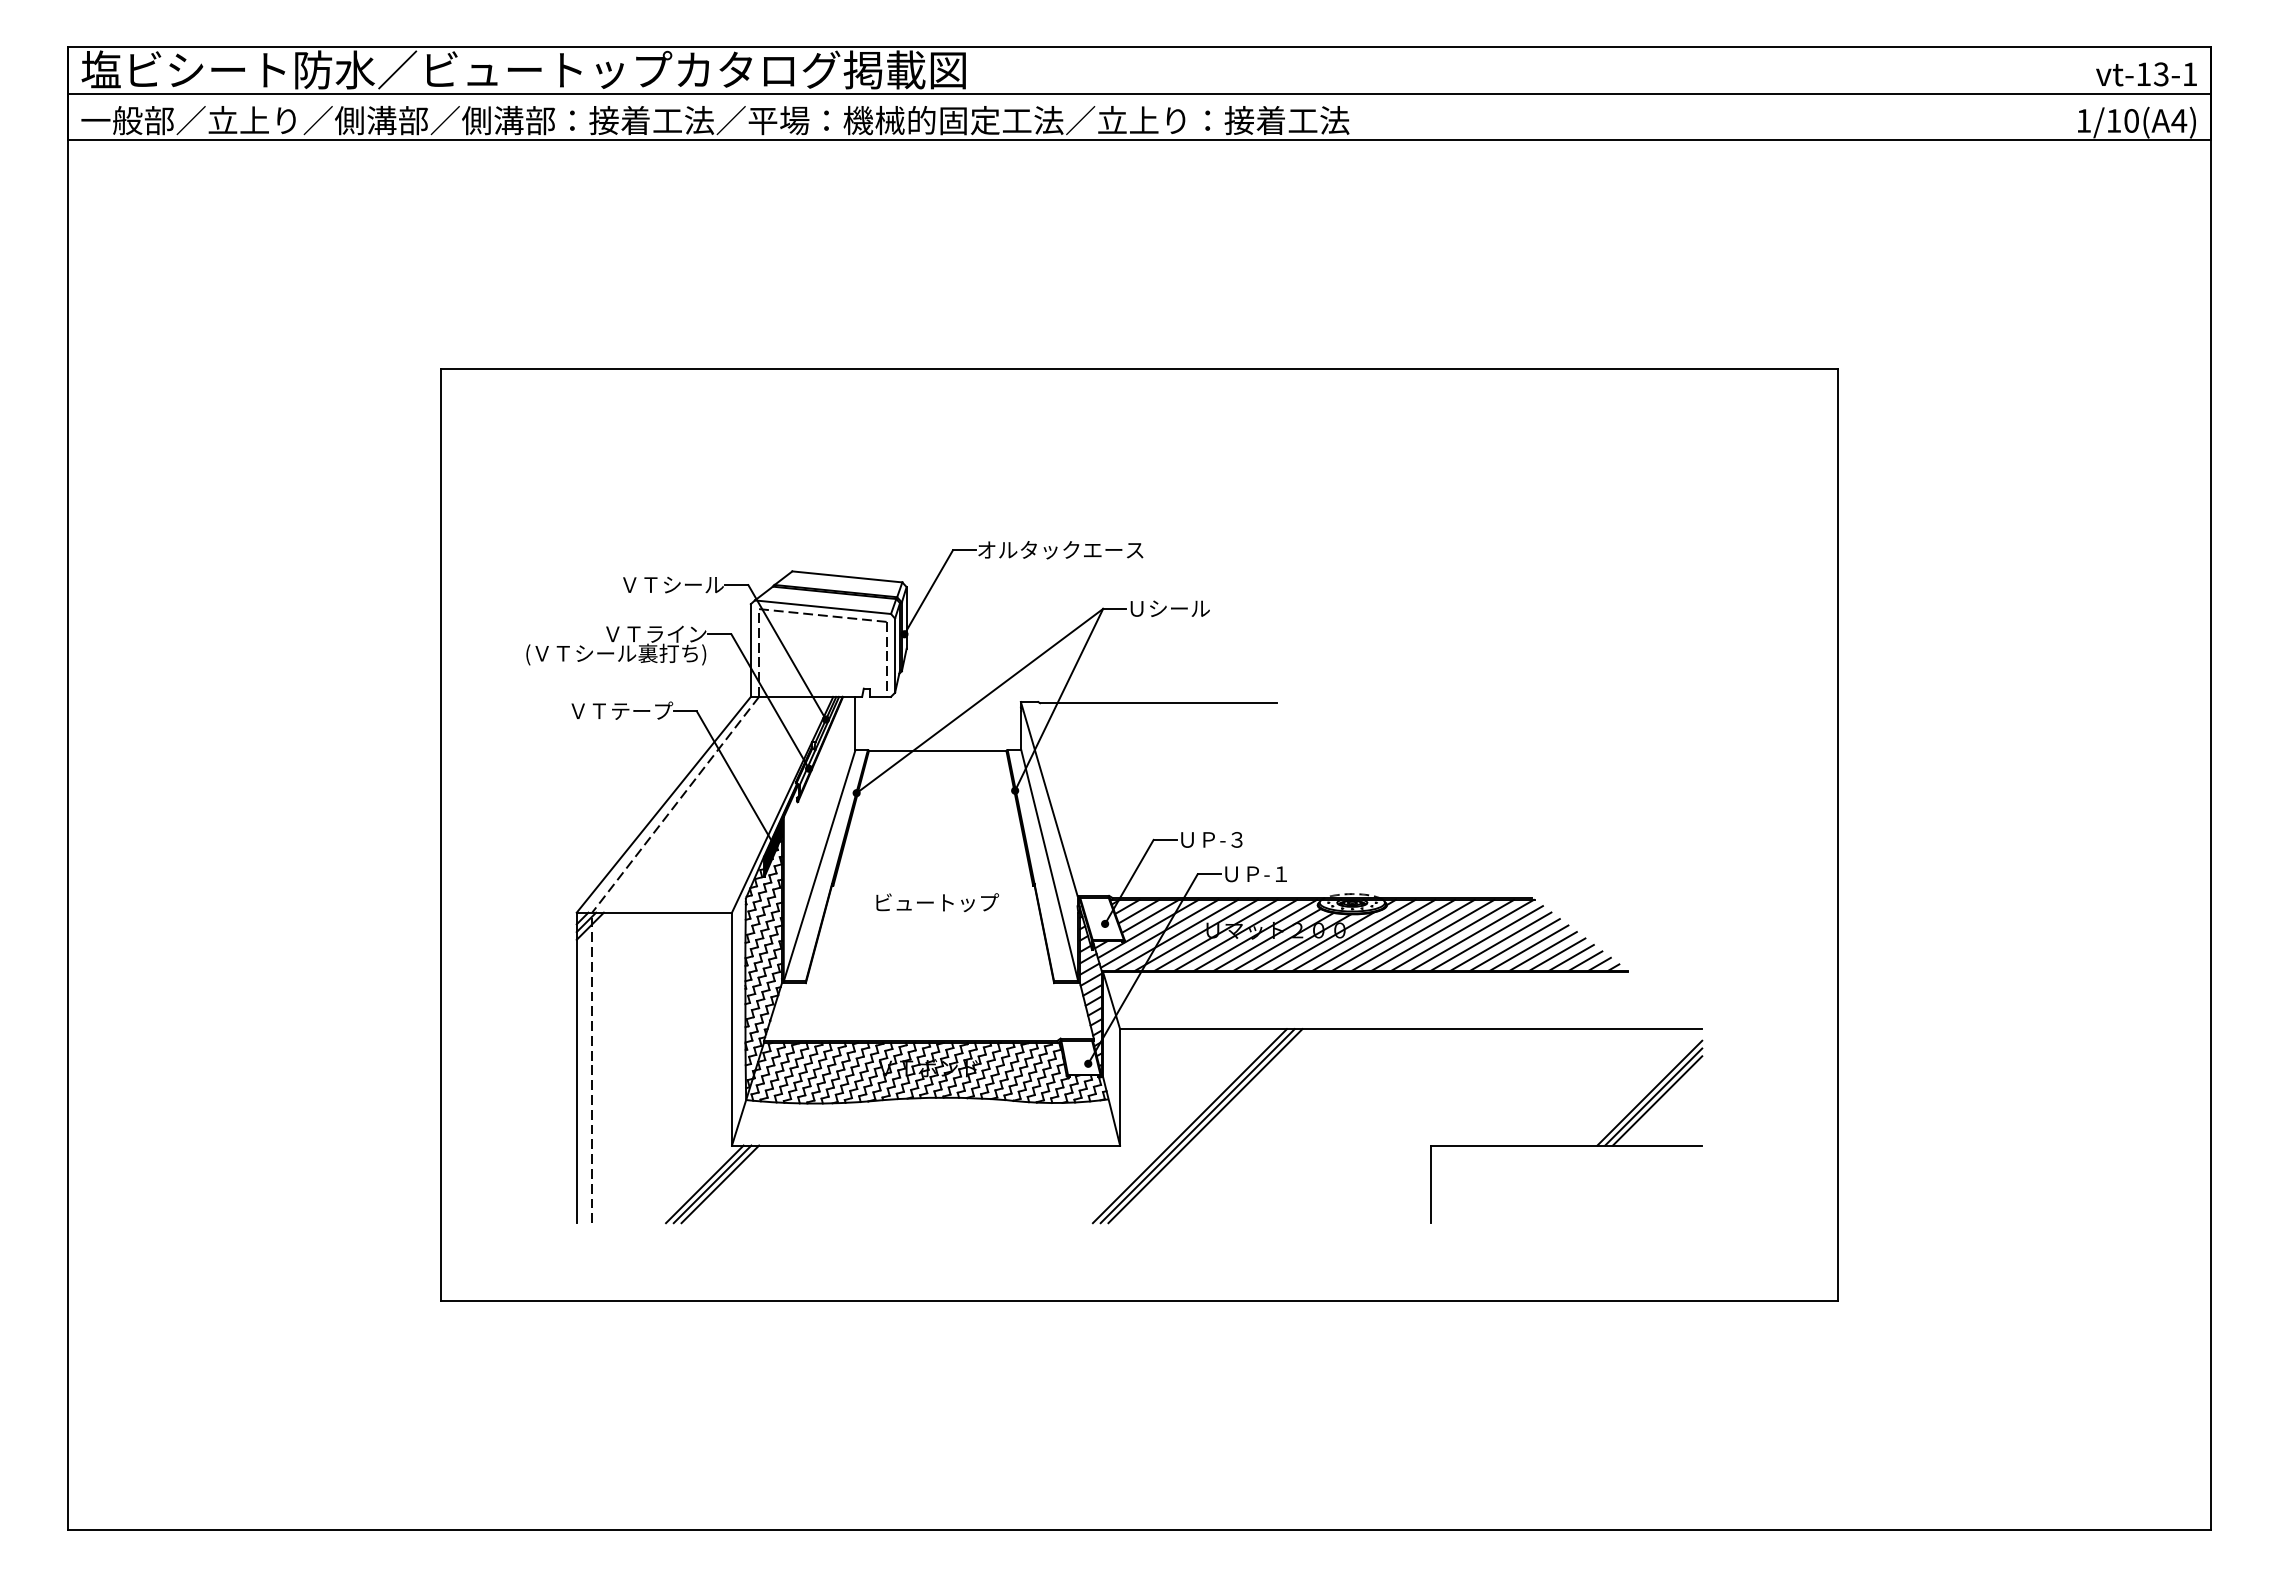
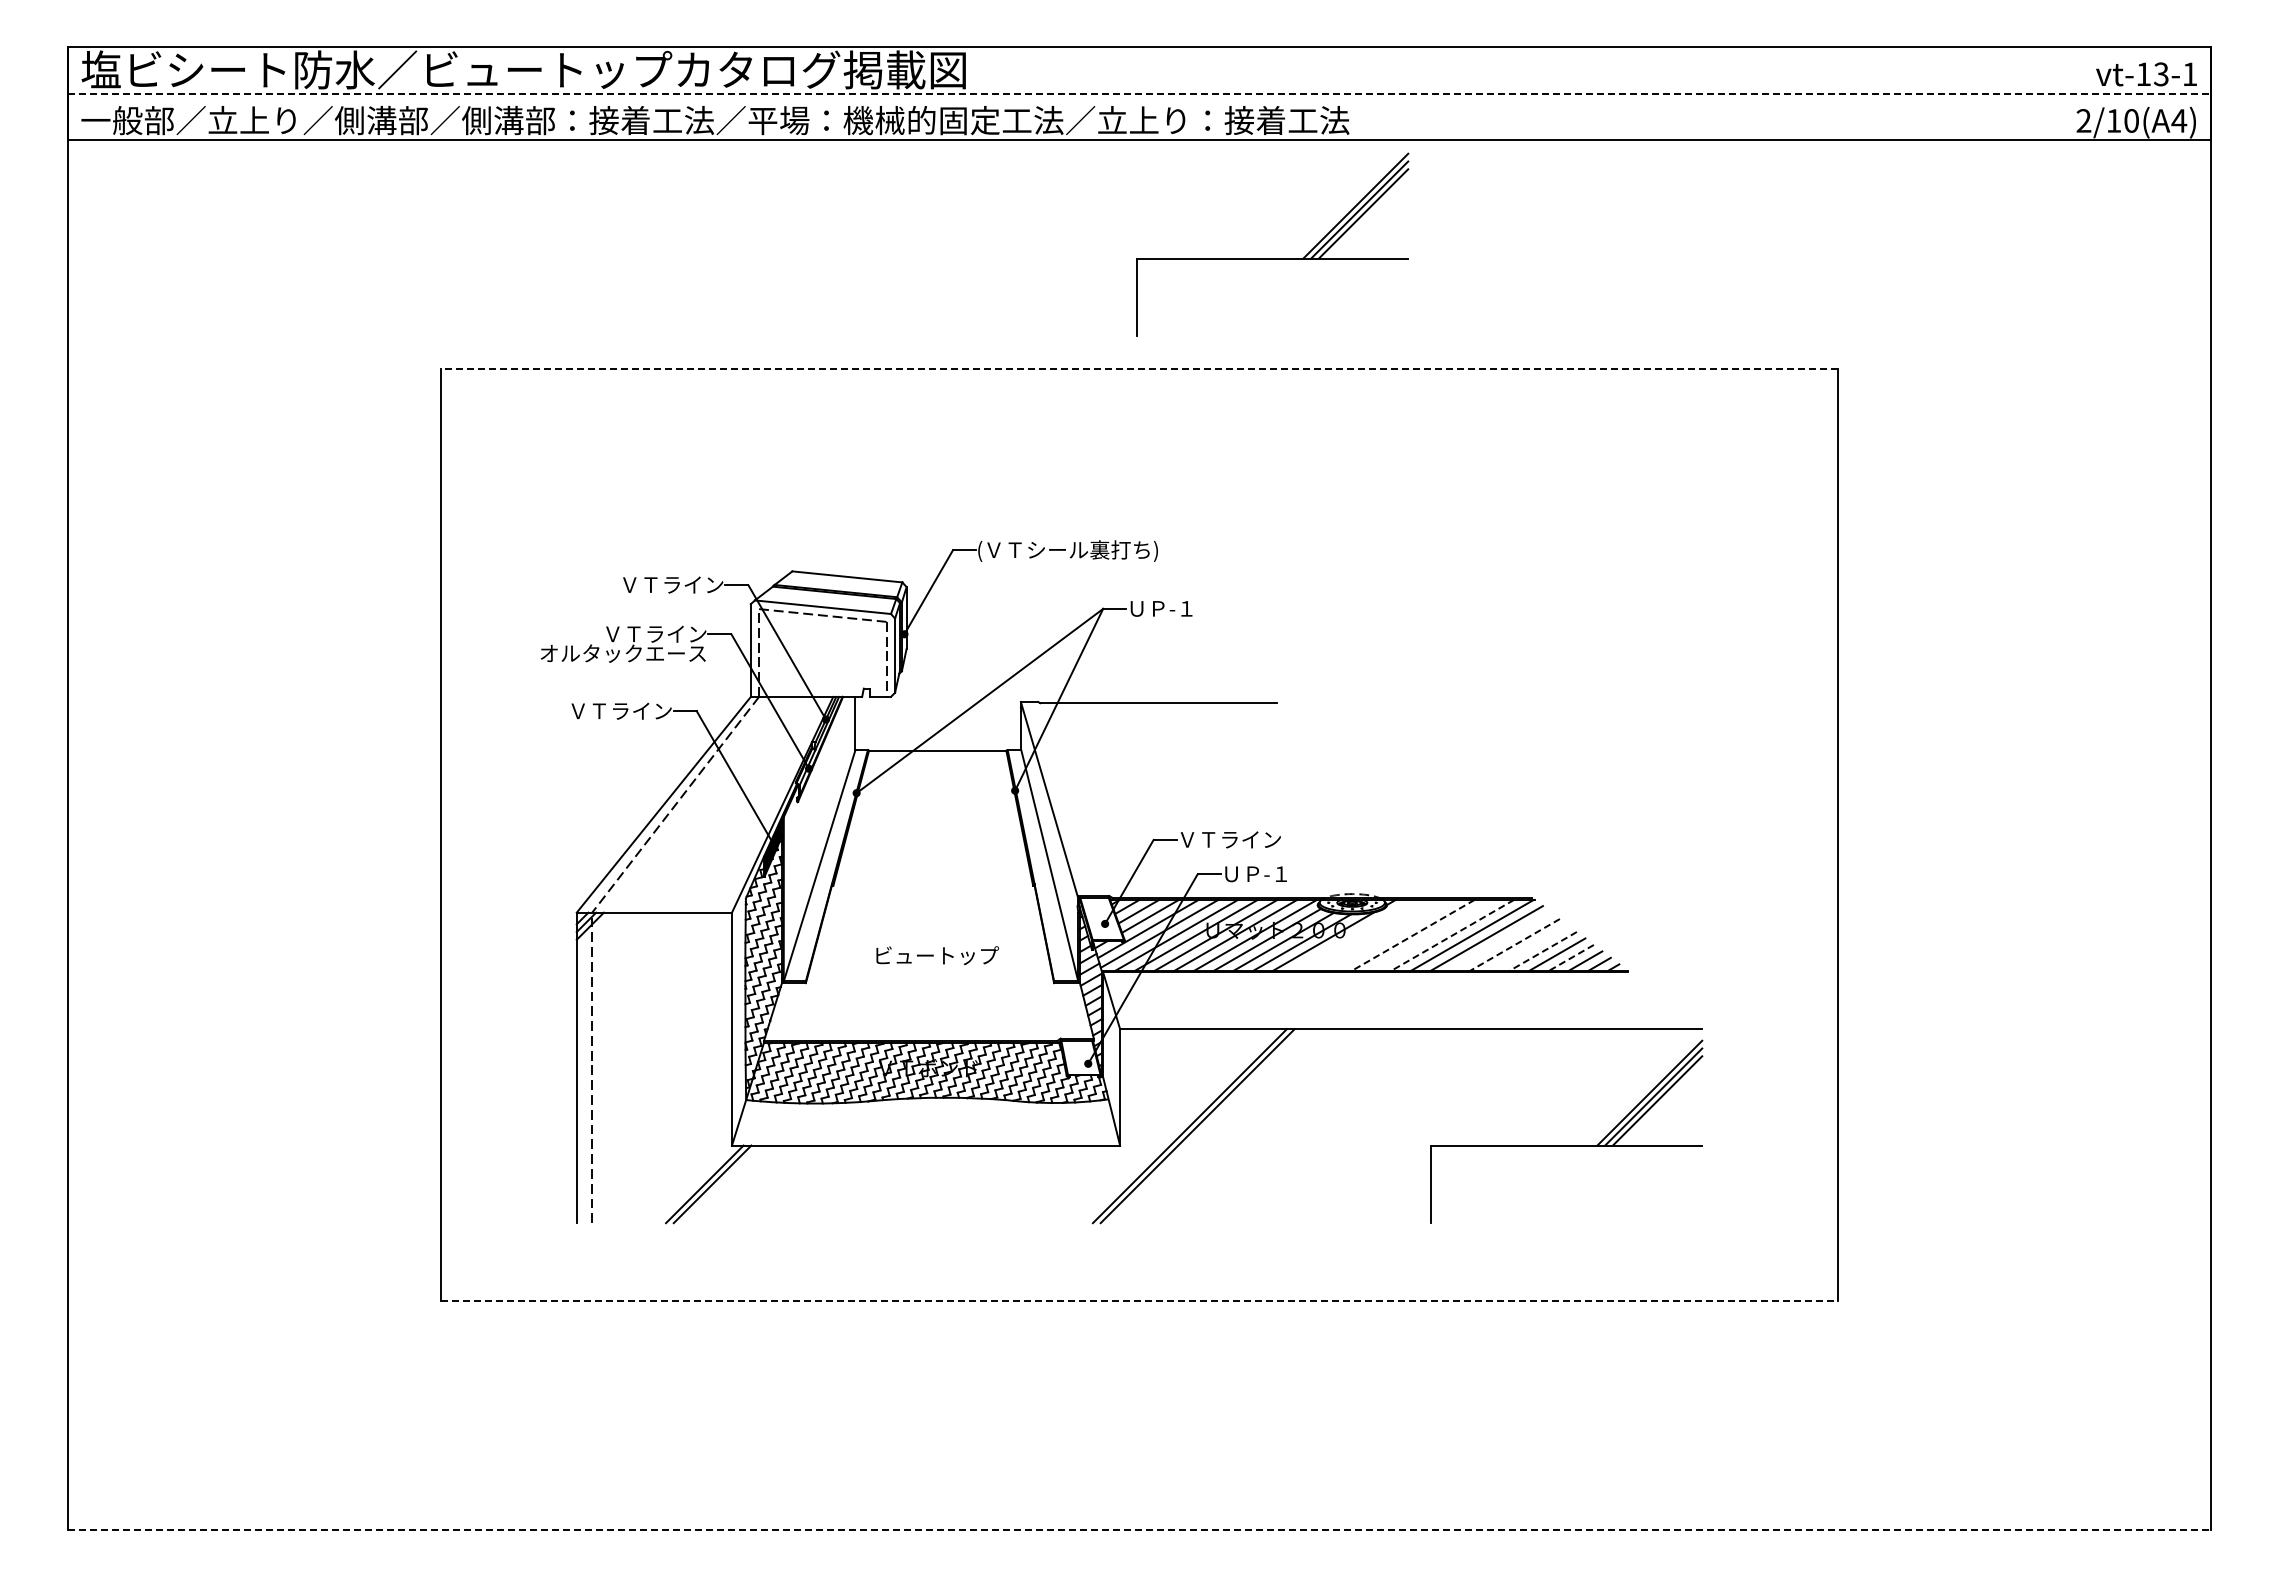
line at (1139, 93): solid -> dashed
text at (2083, 120): 1/10(A4) -> 2/10(A4)
part at (1272, 258): none -> present
line at (1139, 369): solid -> dashed
text at (1067, 550): オルタックエース -> (ＶＴシール裏打ち)
text at (693, 584): ＶＴシール -> ＶＴライン
text at (1179, 608): Ｕシール -> ＵＰ-１
text at (616, 654): (ＶＴシール裏打ち) -> オルタックエース
text at (642, 710): ＶＴテープ -> ＶＴライン
text at (1230, 839): ＵＰ-３ -> ＶＴライン
text at (937, 902) position: (937, 902) -> (937, 955)
line at (1353, 934): present -> none
line at (1373, 934): present -> none
line at (1393, 934): present -> none
line at (1432, 934): present -> none
line at (1413, 935): solid -> dashed
line at (1452, 935): solid -> dashed
line at (1500, 941): present -> none
line at (1515, 944): solid -> dashed
line at (1528, 947): present -> none
line at (1543, 951): solid -> dashed
line at (1571, 957): solid -> dashed
line at (1205, 1126): present -> none
line at (720, 1184): present -> none
line at (1139, 1300): solid -> dashed
line at (1139, 1529): solid -> dashed
